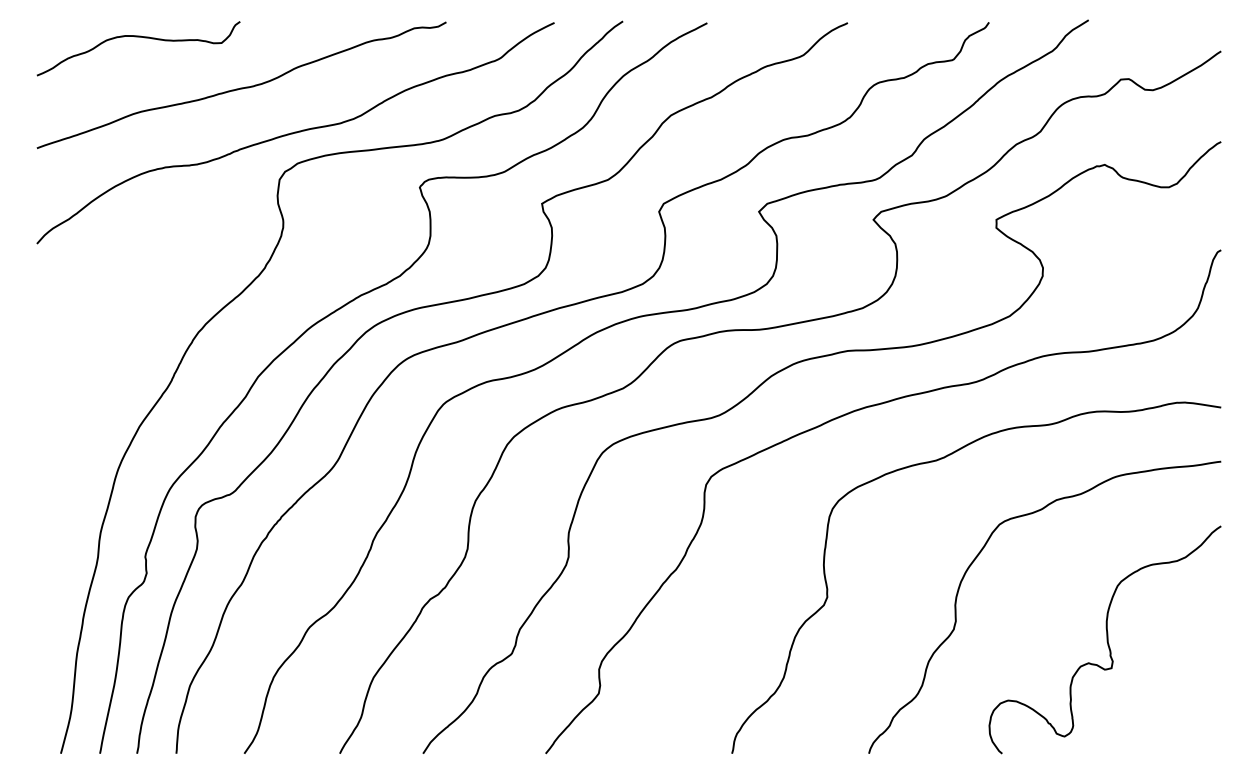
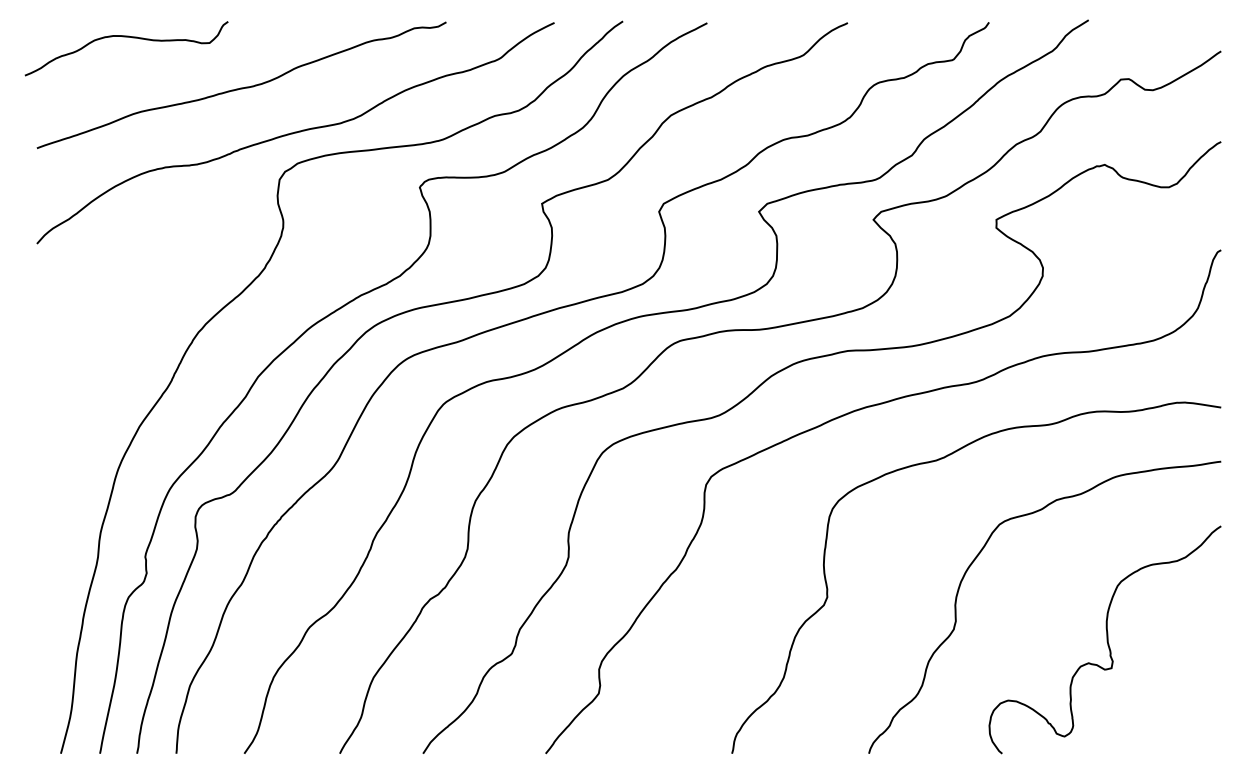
curve at (138, 37) position: (138, 37) -> (126, 37)
